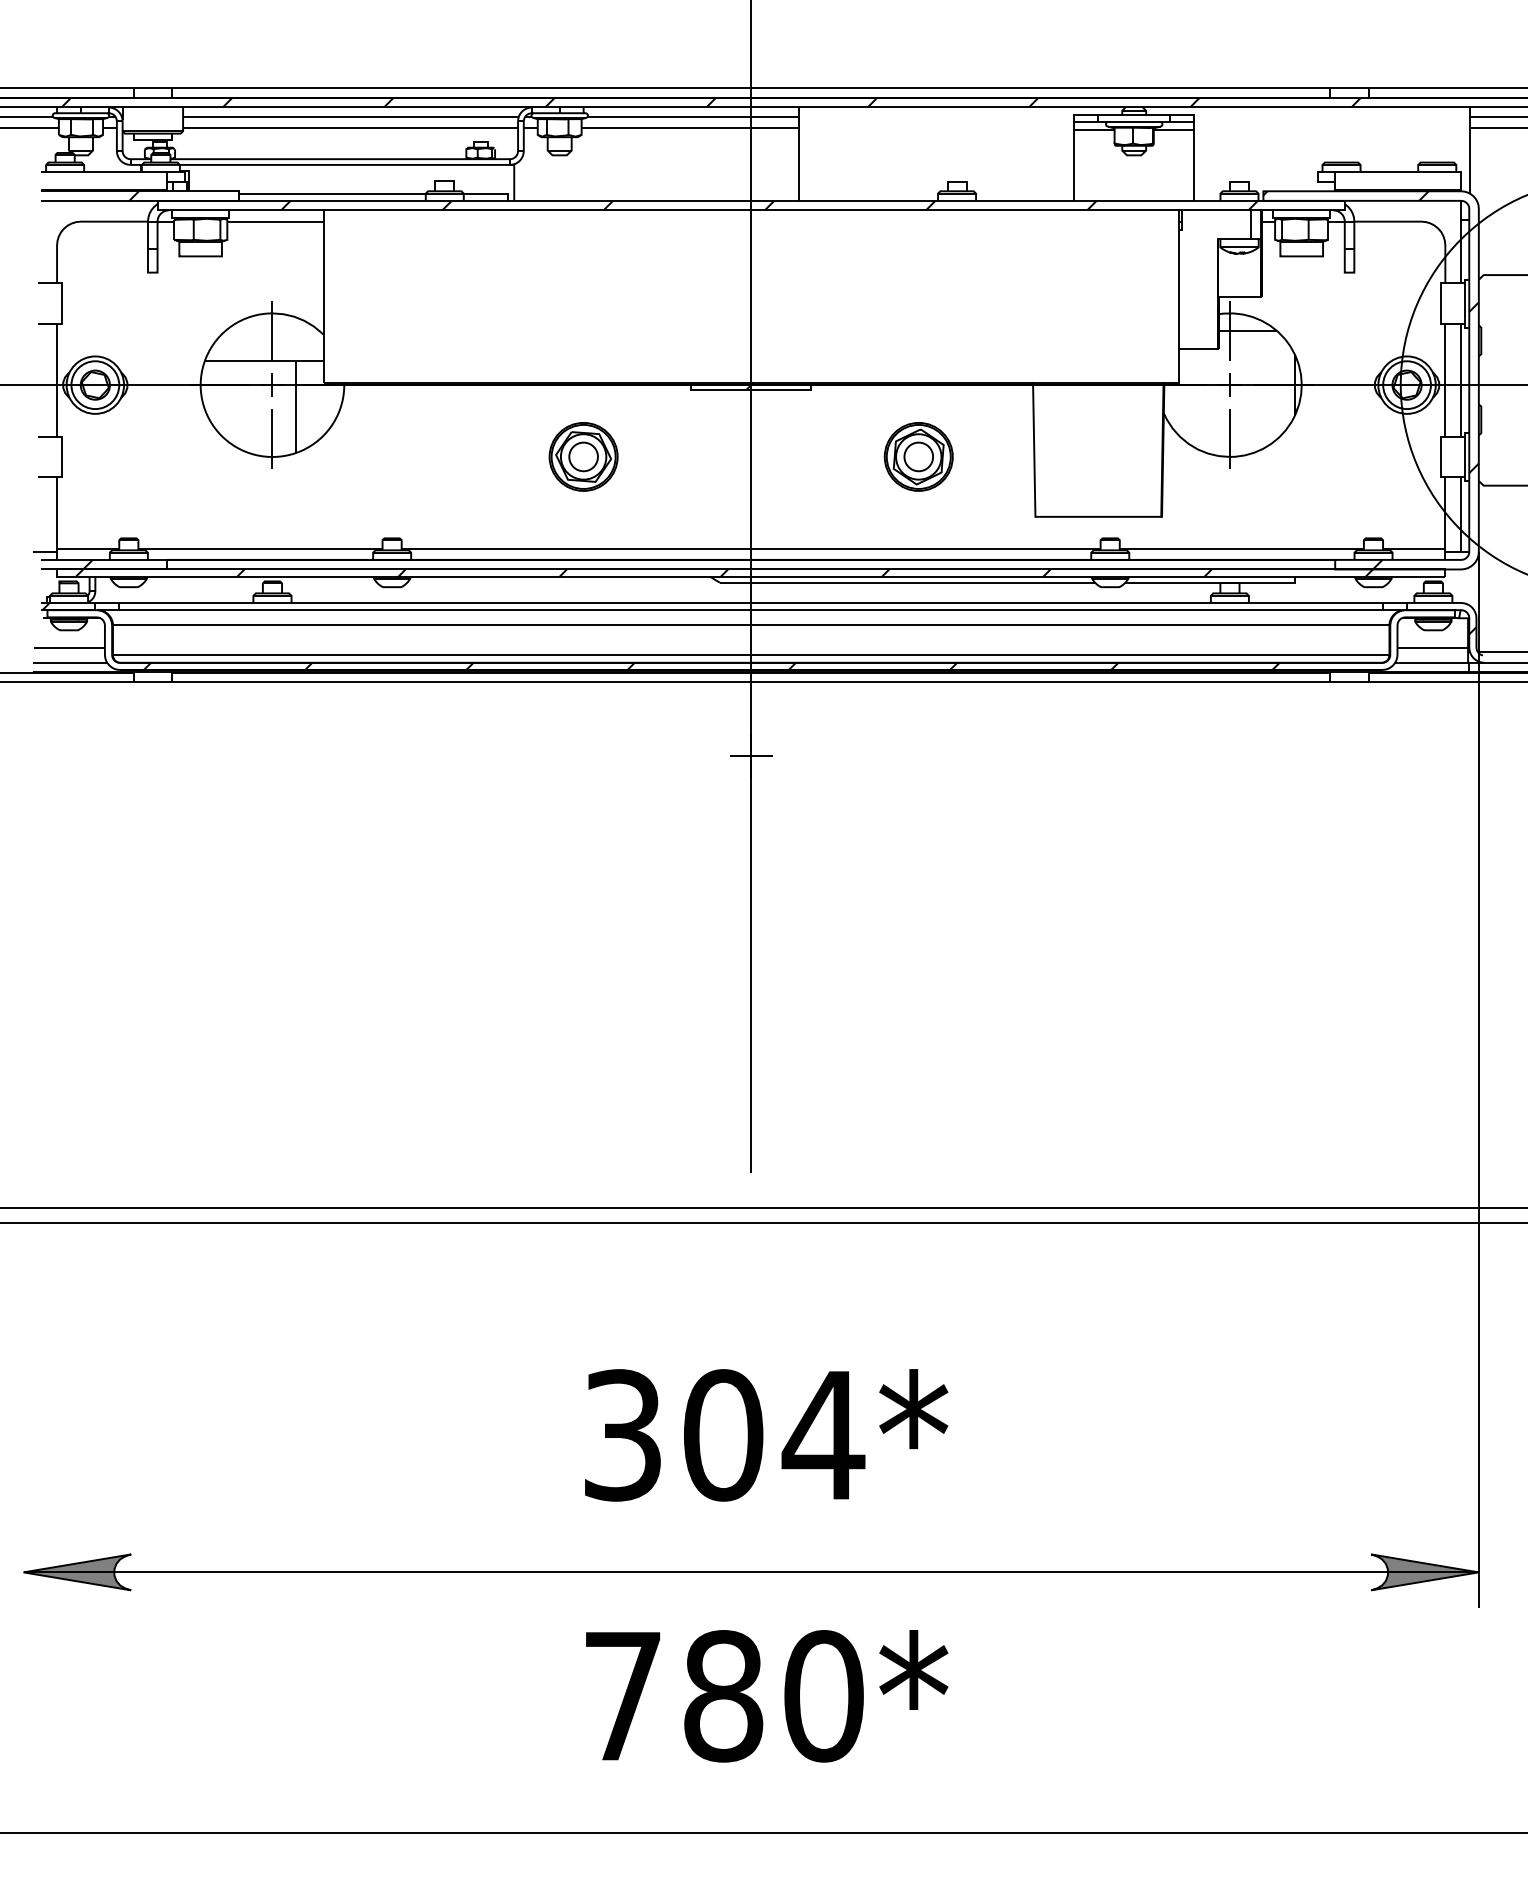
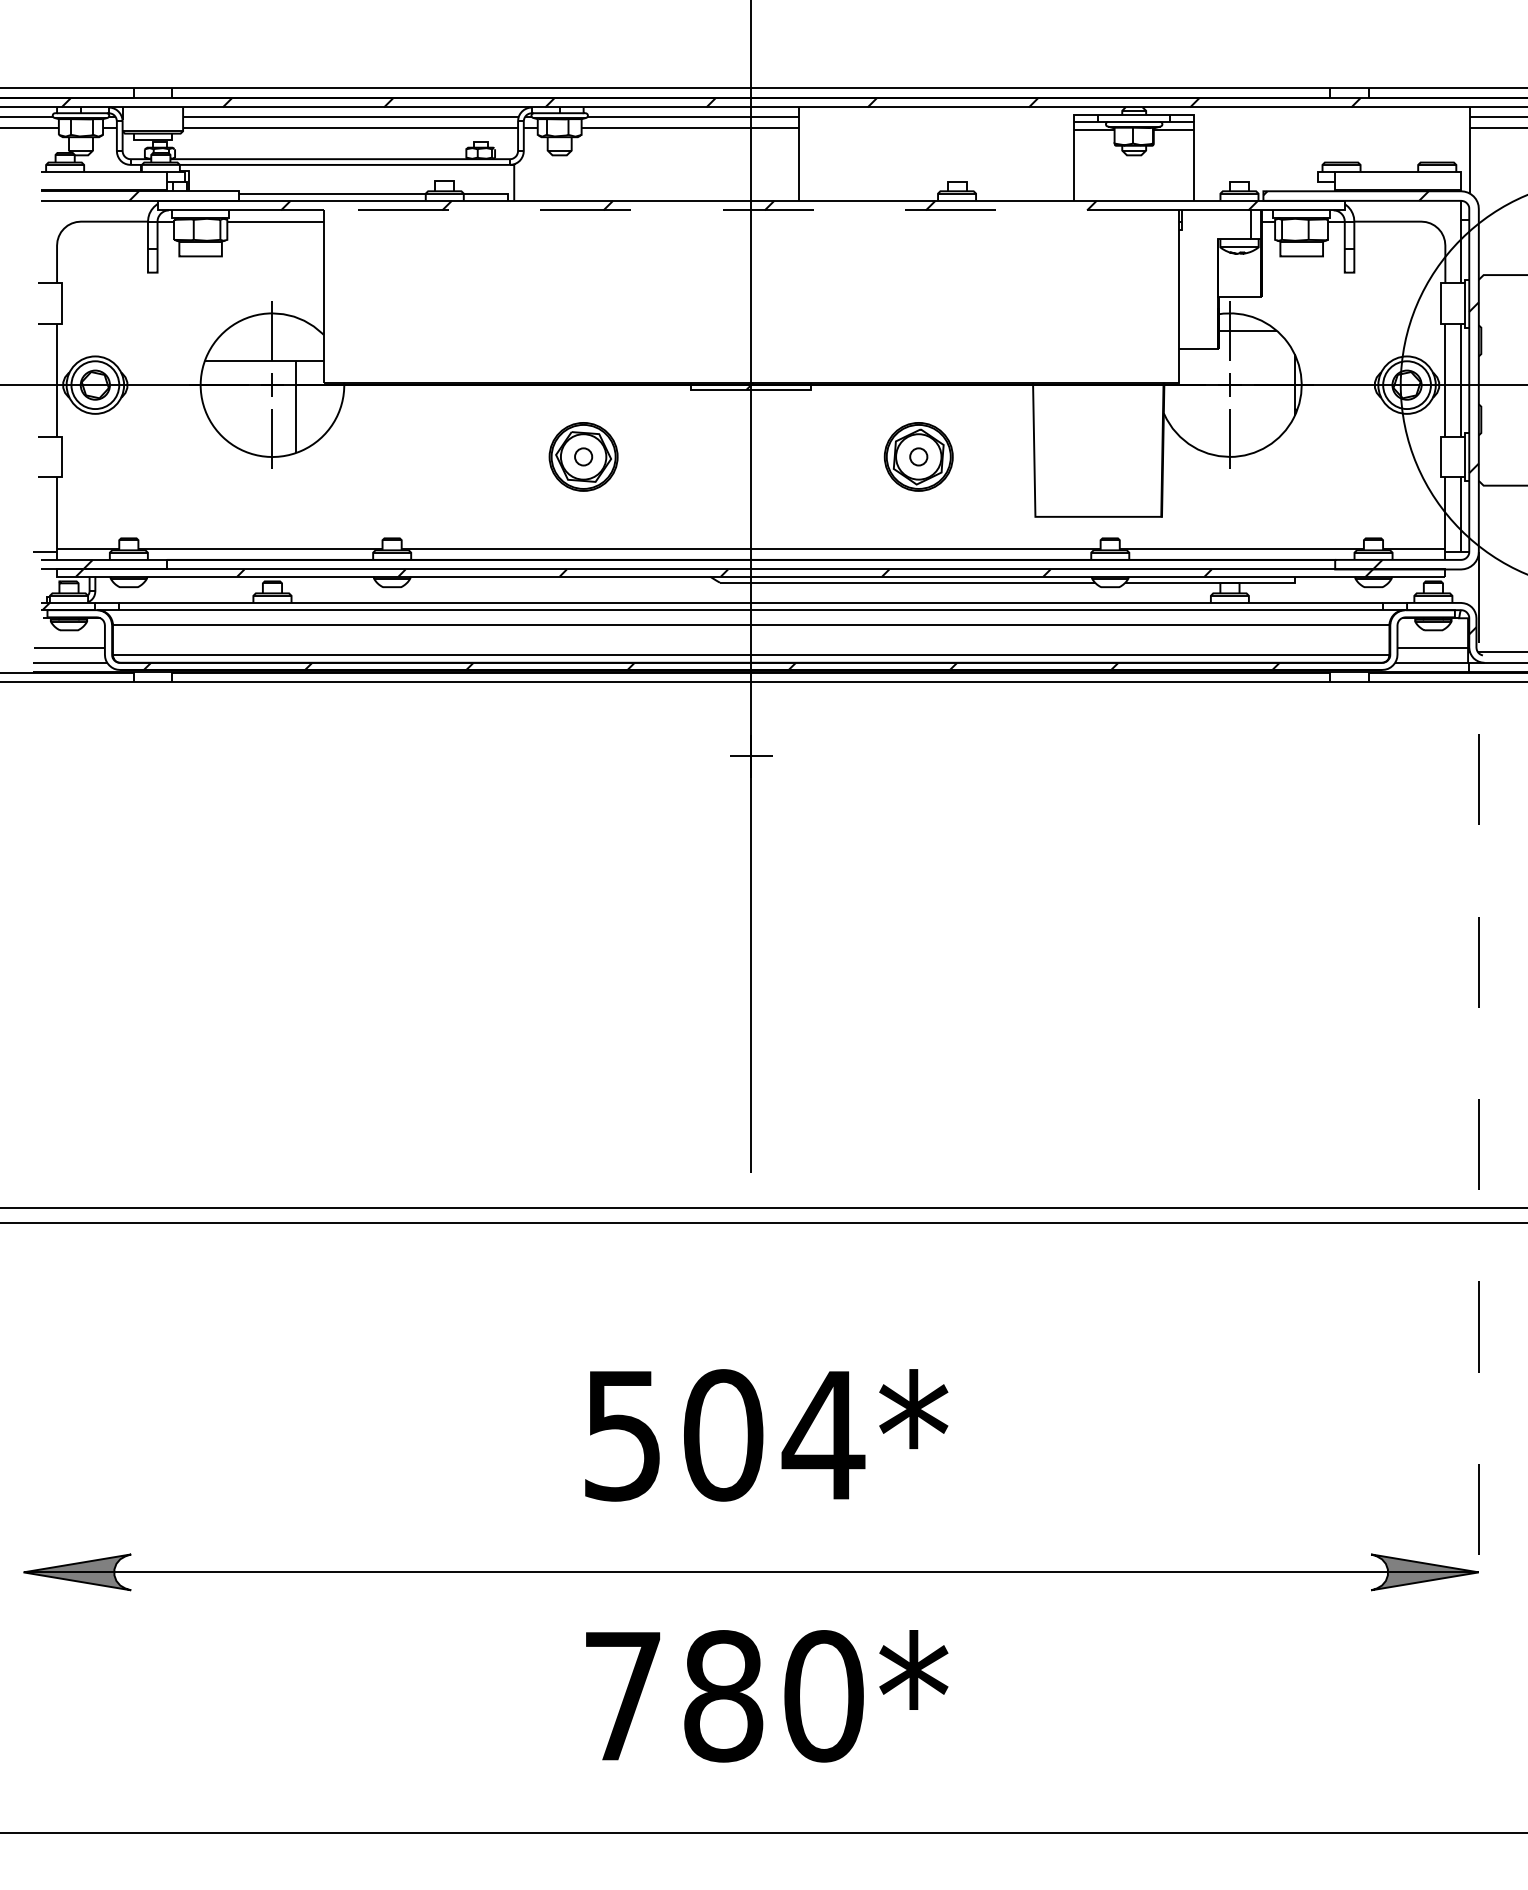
line at (750, 210): solid -> dashed
circle at (583, 456) diameter: 29 px -> 17 px
circle at (918, 456) diameter: 29 px -> 17 px
line at (1478, 1080): solid -> dashed
text at (622, 1435): 304* -> 504*
